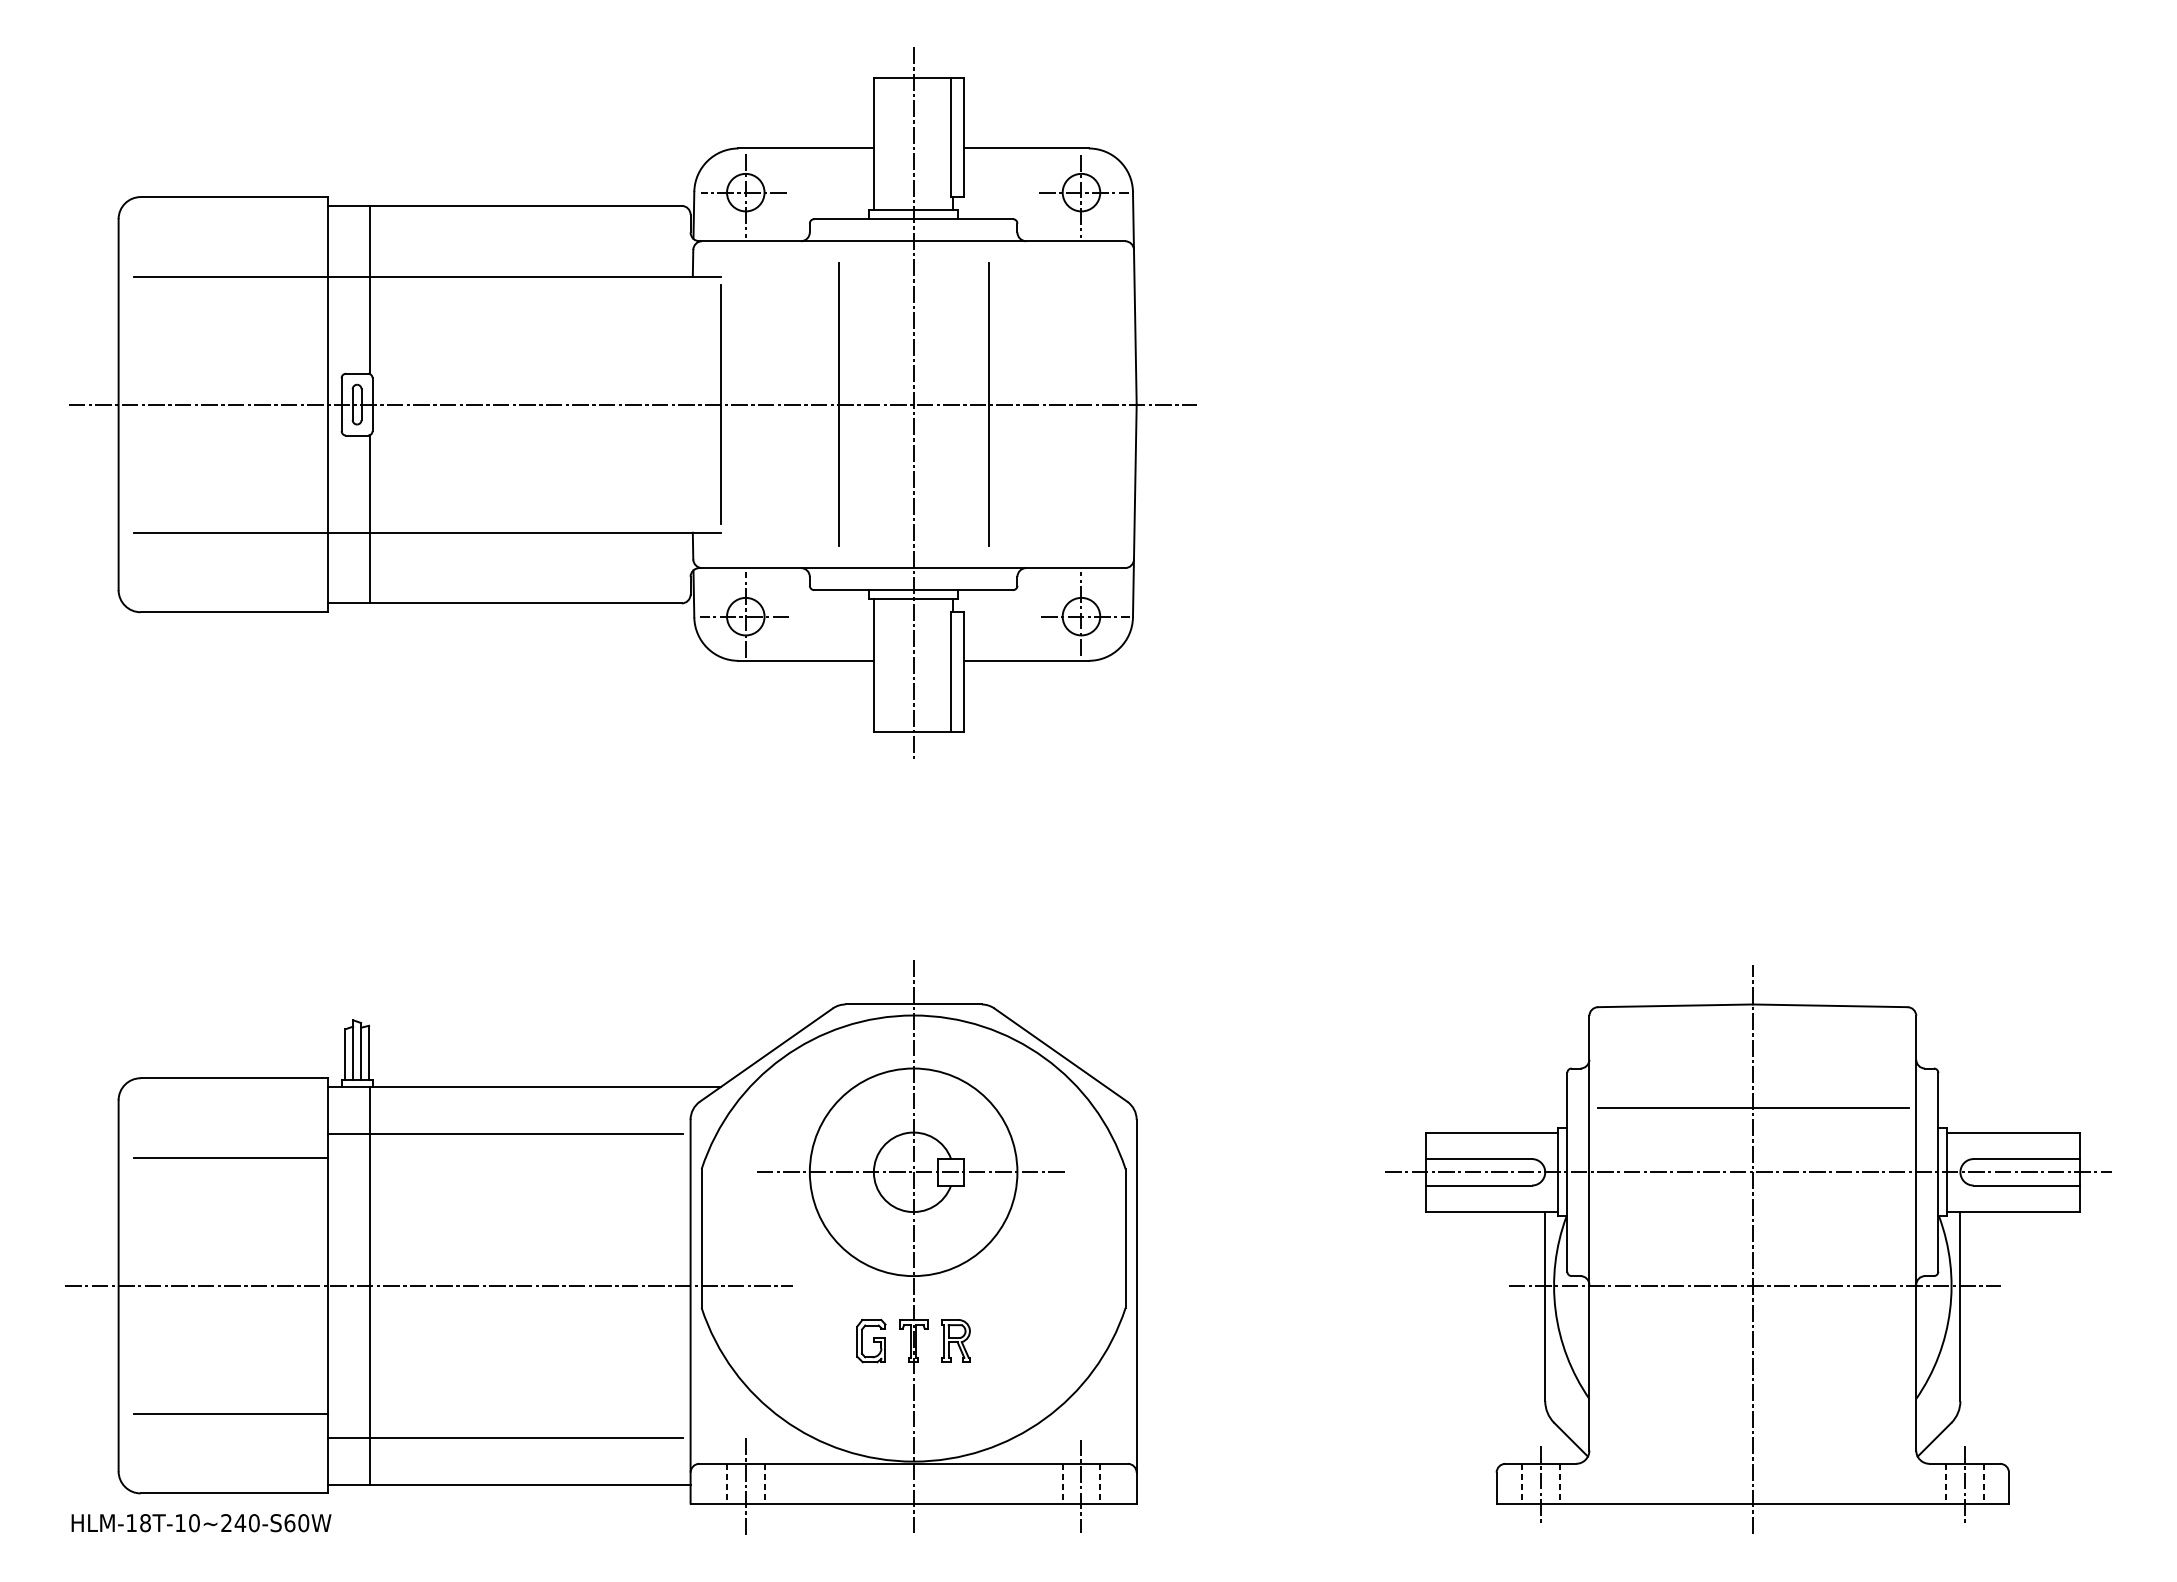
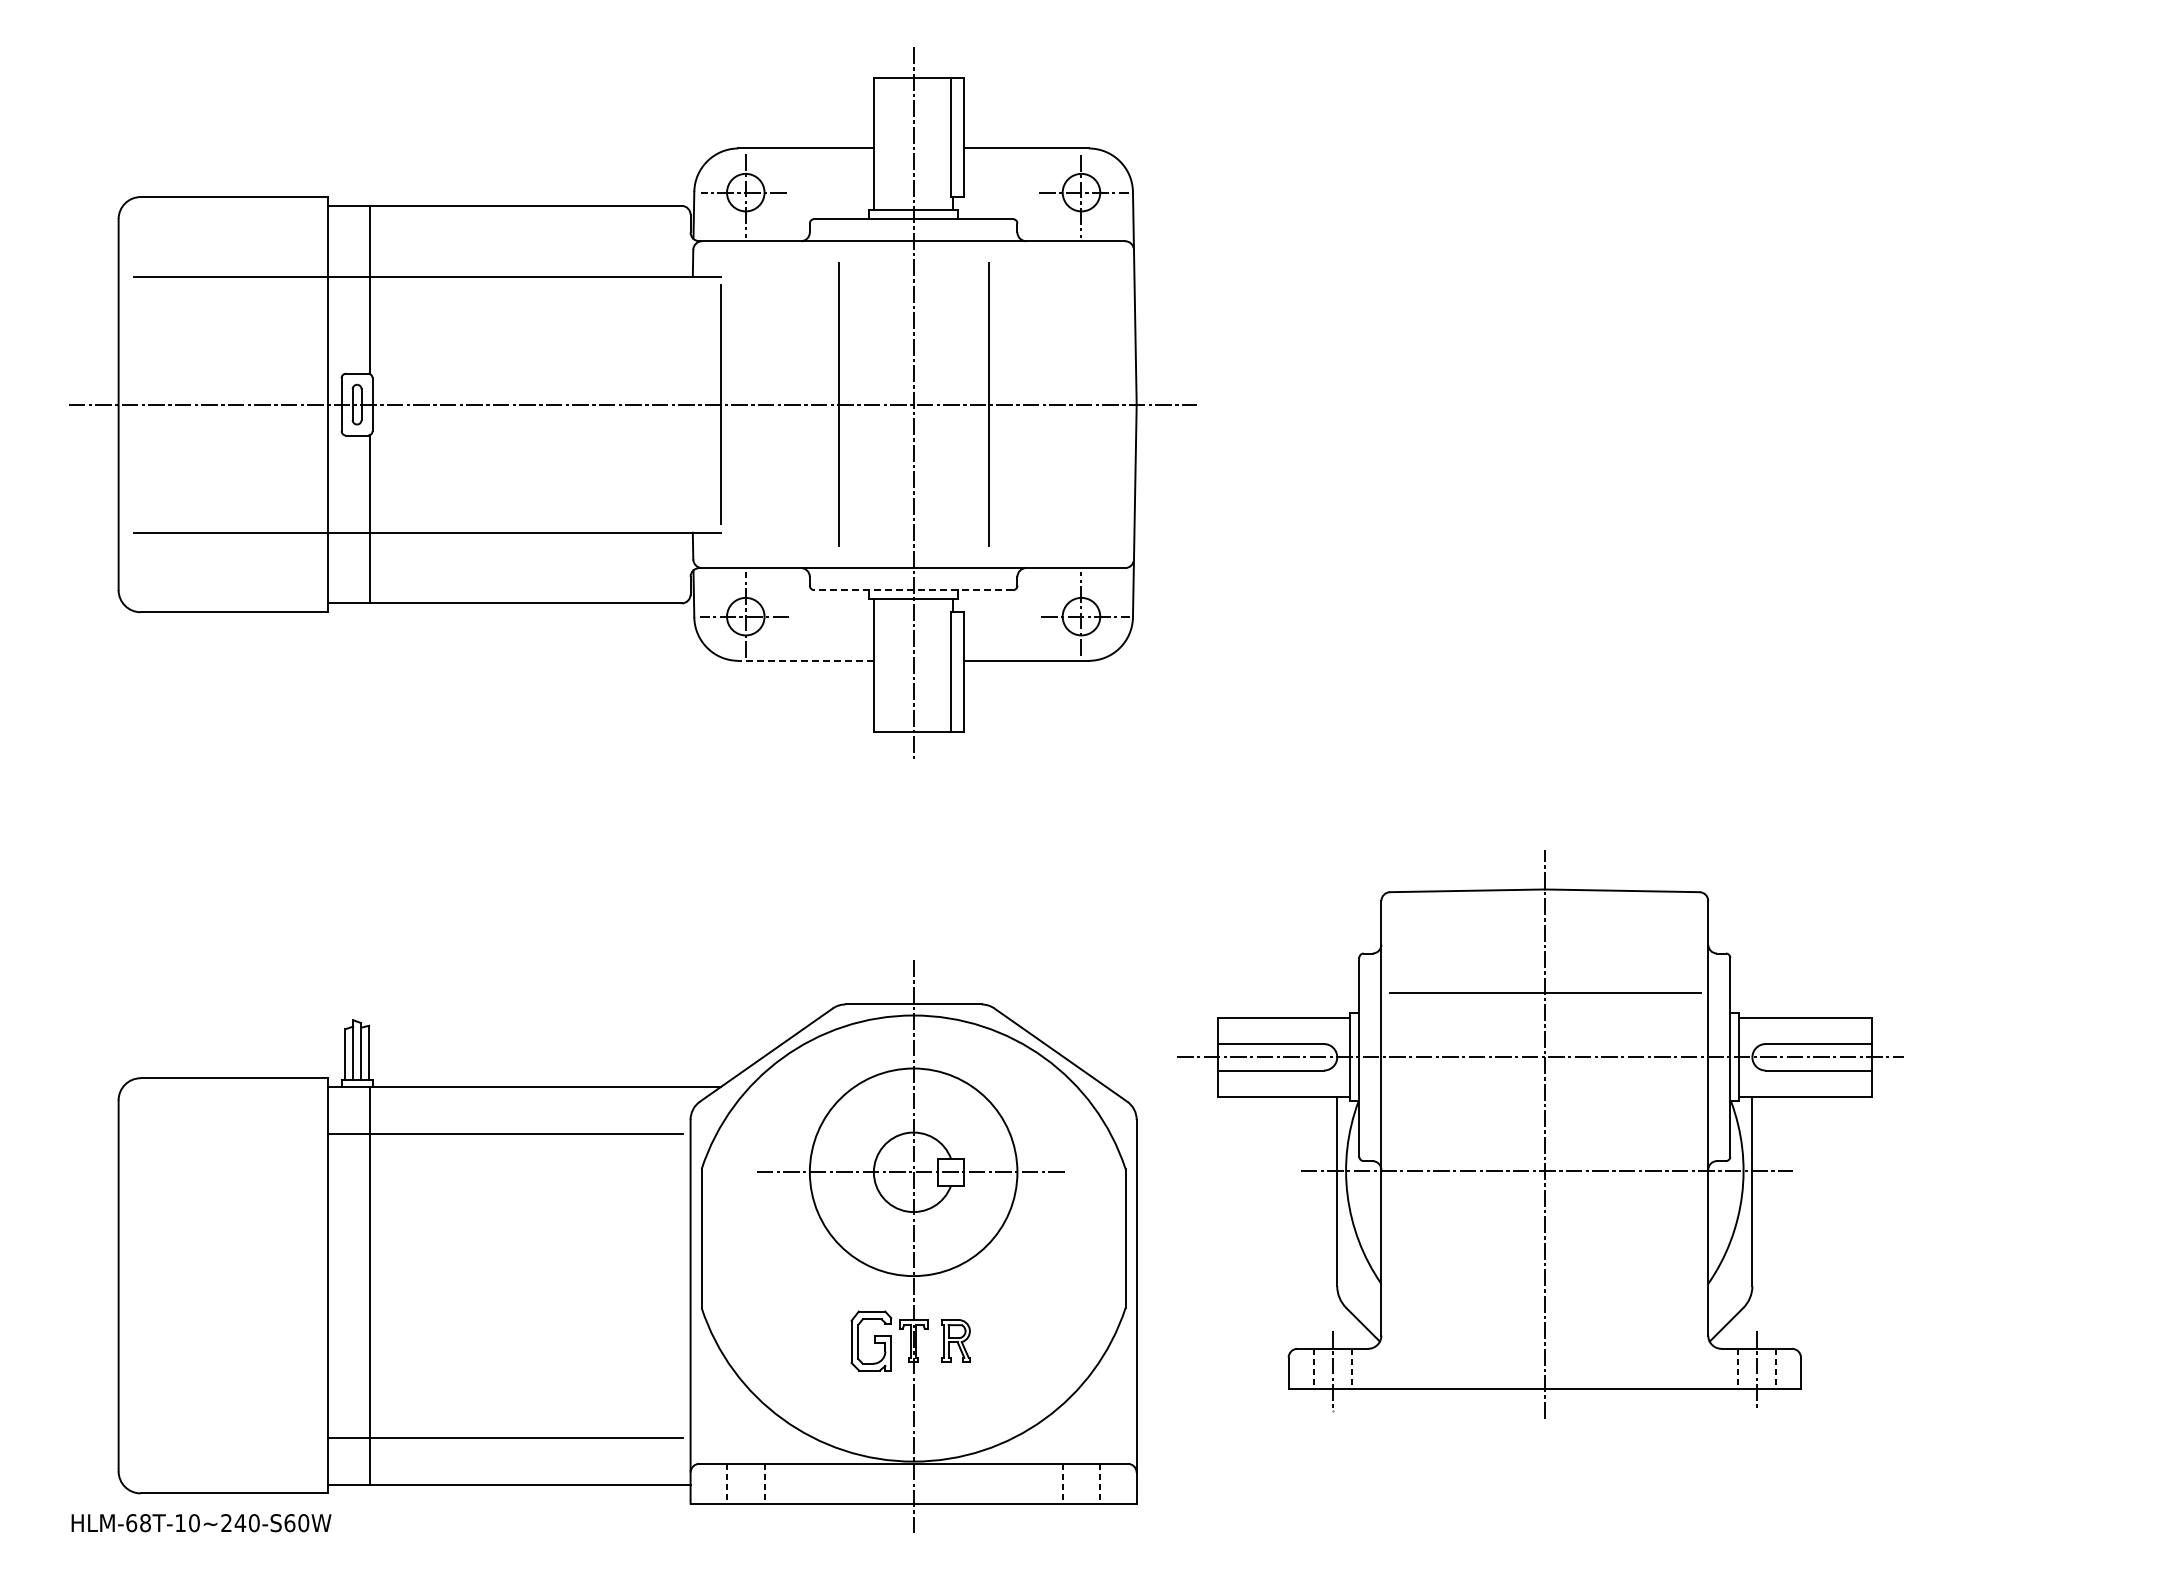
line at (913, 590): solid -> dashed
line at (806, 660): solid -> dashed
line at (231, 1157): present -> none
part at (1748, 1249) position: (1748, 1249) -> (1540, 1134)
line at (429, 1285): present -> none
part at (871, 1340) size: 31x46 px -> 42x62 px
line at (231, 1413): present -> none
line at (745, 1486): present -> none
line at (1081, 1486): present -> none
text at (131, 1523): HLM-18T-10~240-S60W -> HLM-68T-10~240-S60W
